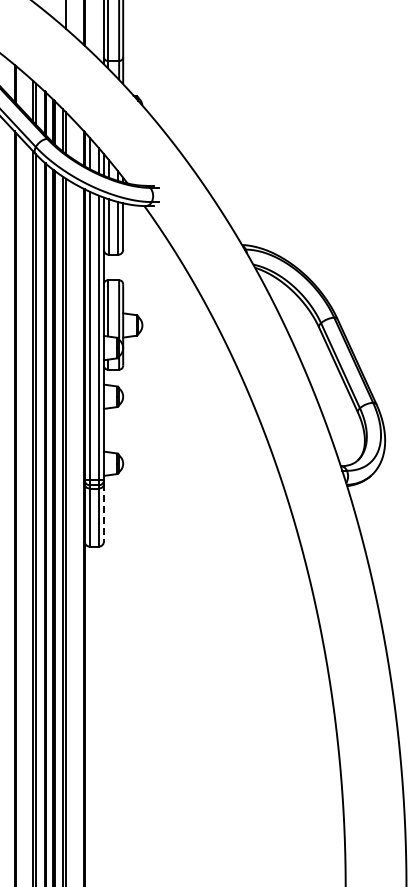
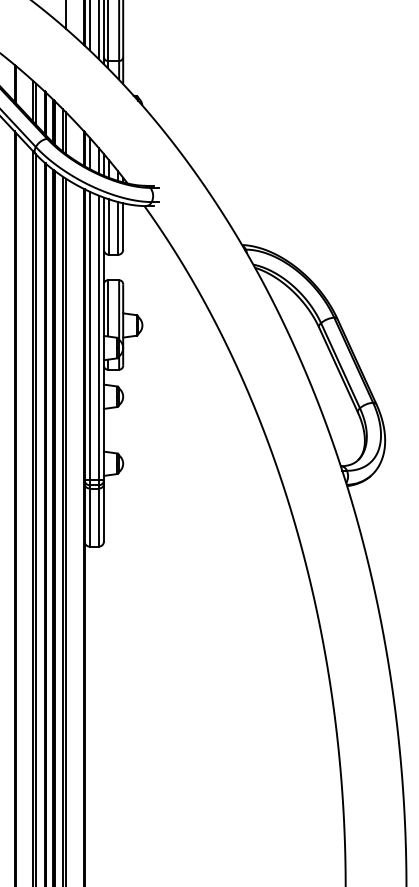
line at (89, 26): none -> present
line at (98, 30): none -> present
line at (103, 512): dashed -> solid
